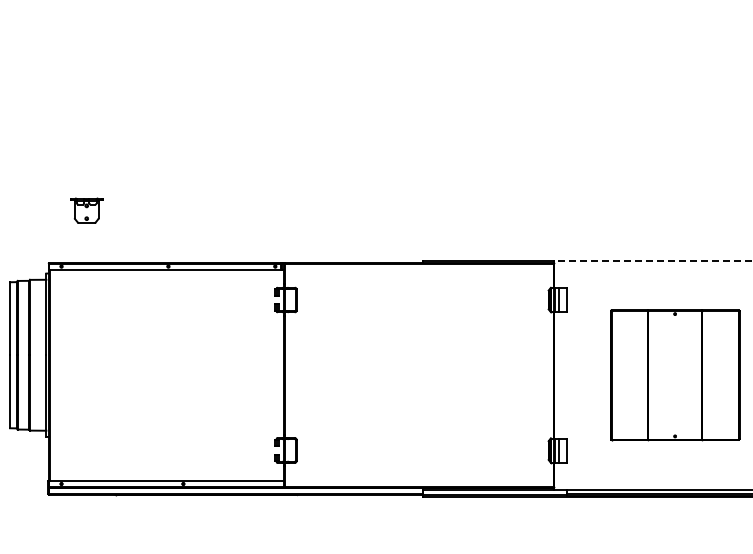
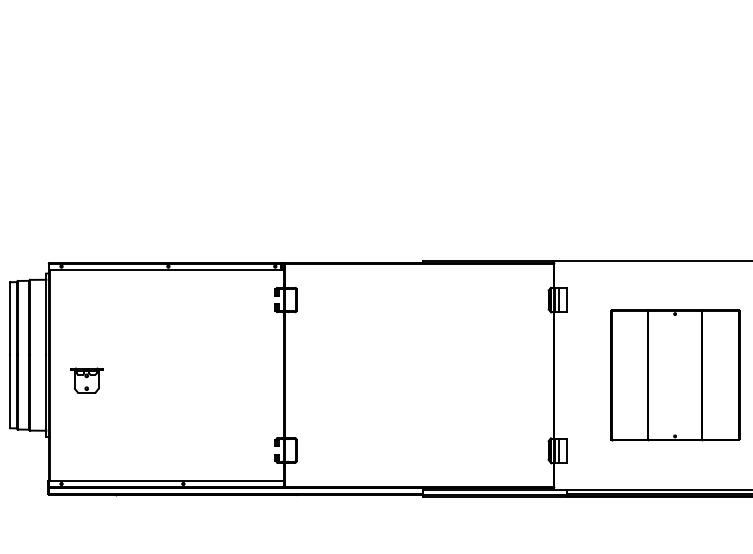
part at (86, 210) position: (86, 210) -> (86, 380)
line at (652, 260): dashed -> solid
